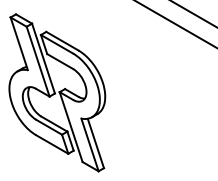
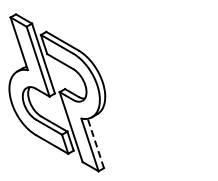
line at (193, 14): present -> none
line at (176, 24): present -> none
line at (95, 143): solid -> dashed
